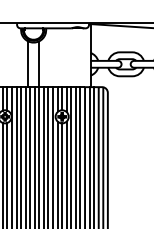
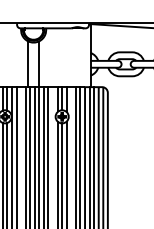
line at (21, 156): present -> none
line at (53, 156): present -> none
line at (71, 156): present -> none
